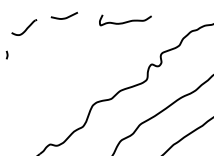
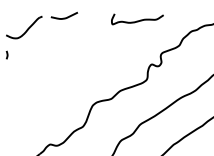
curve at (125, 21) position: (125, 21) -> (137, 20)
part at (24, 27) size: 27x17 px -> 37x25 px
